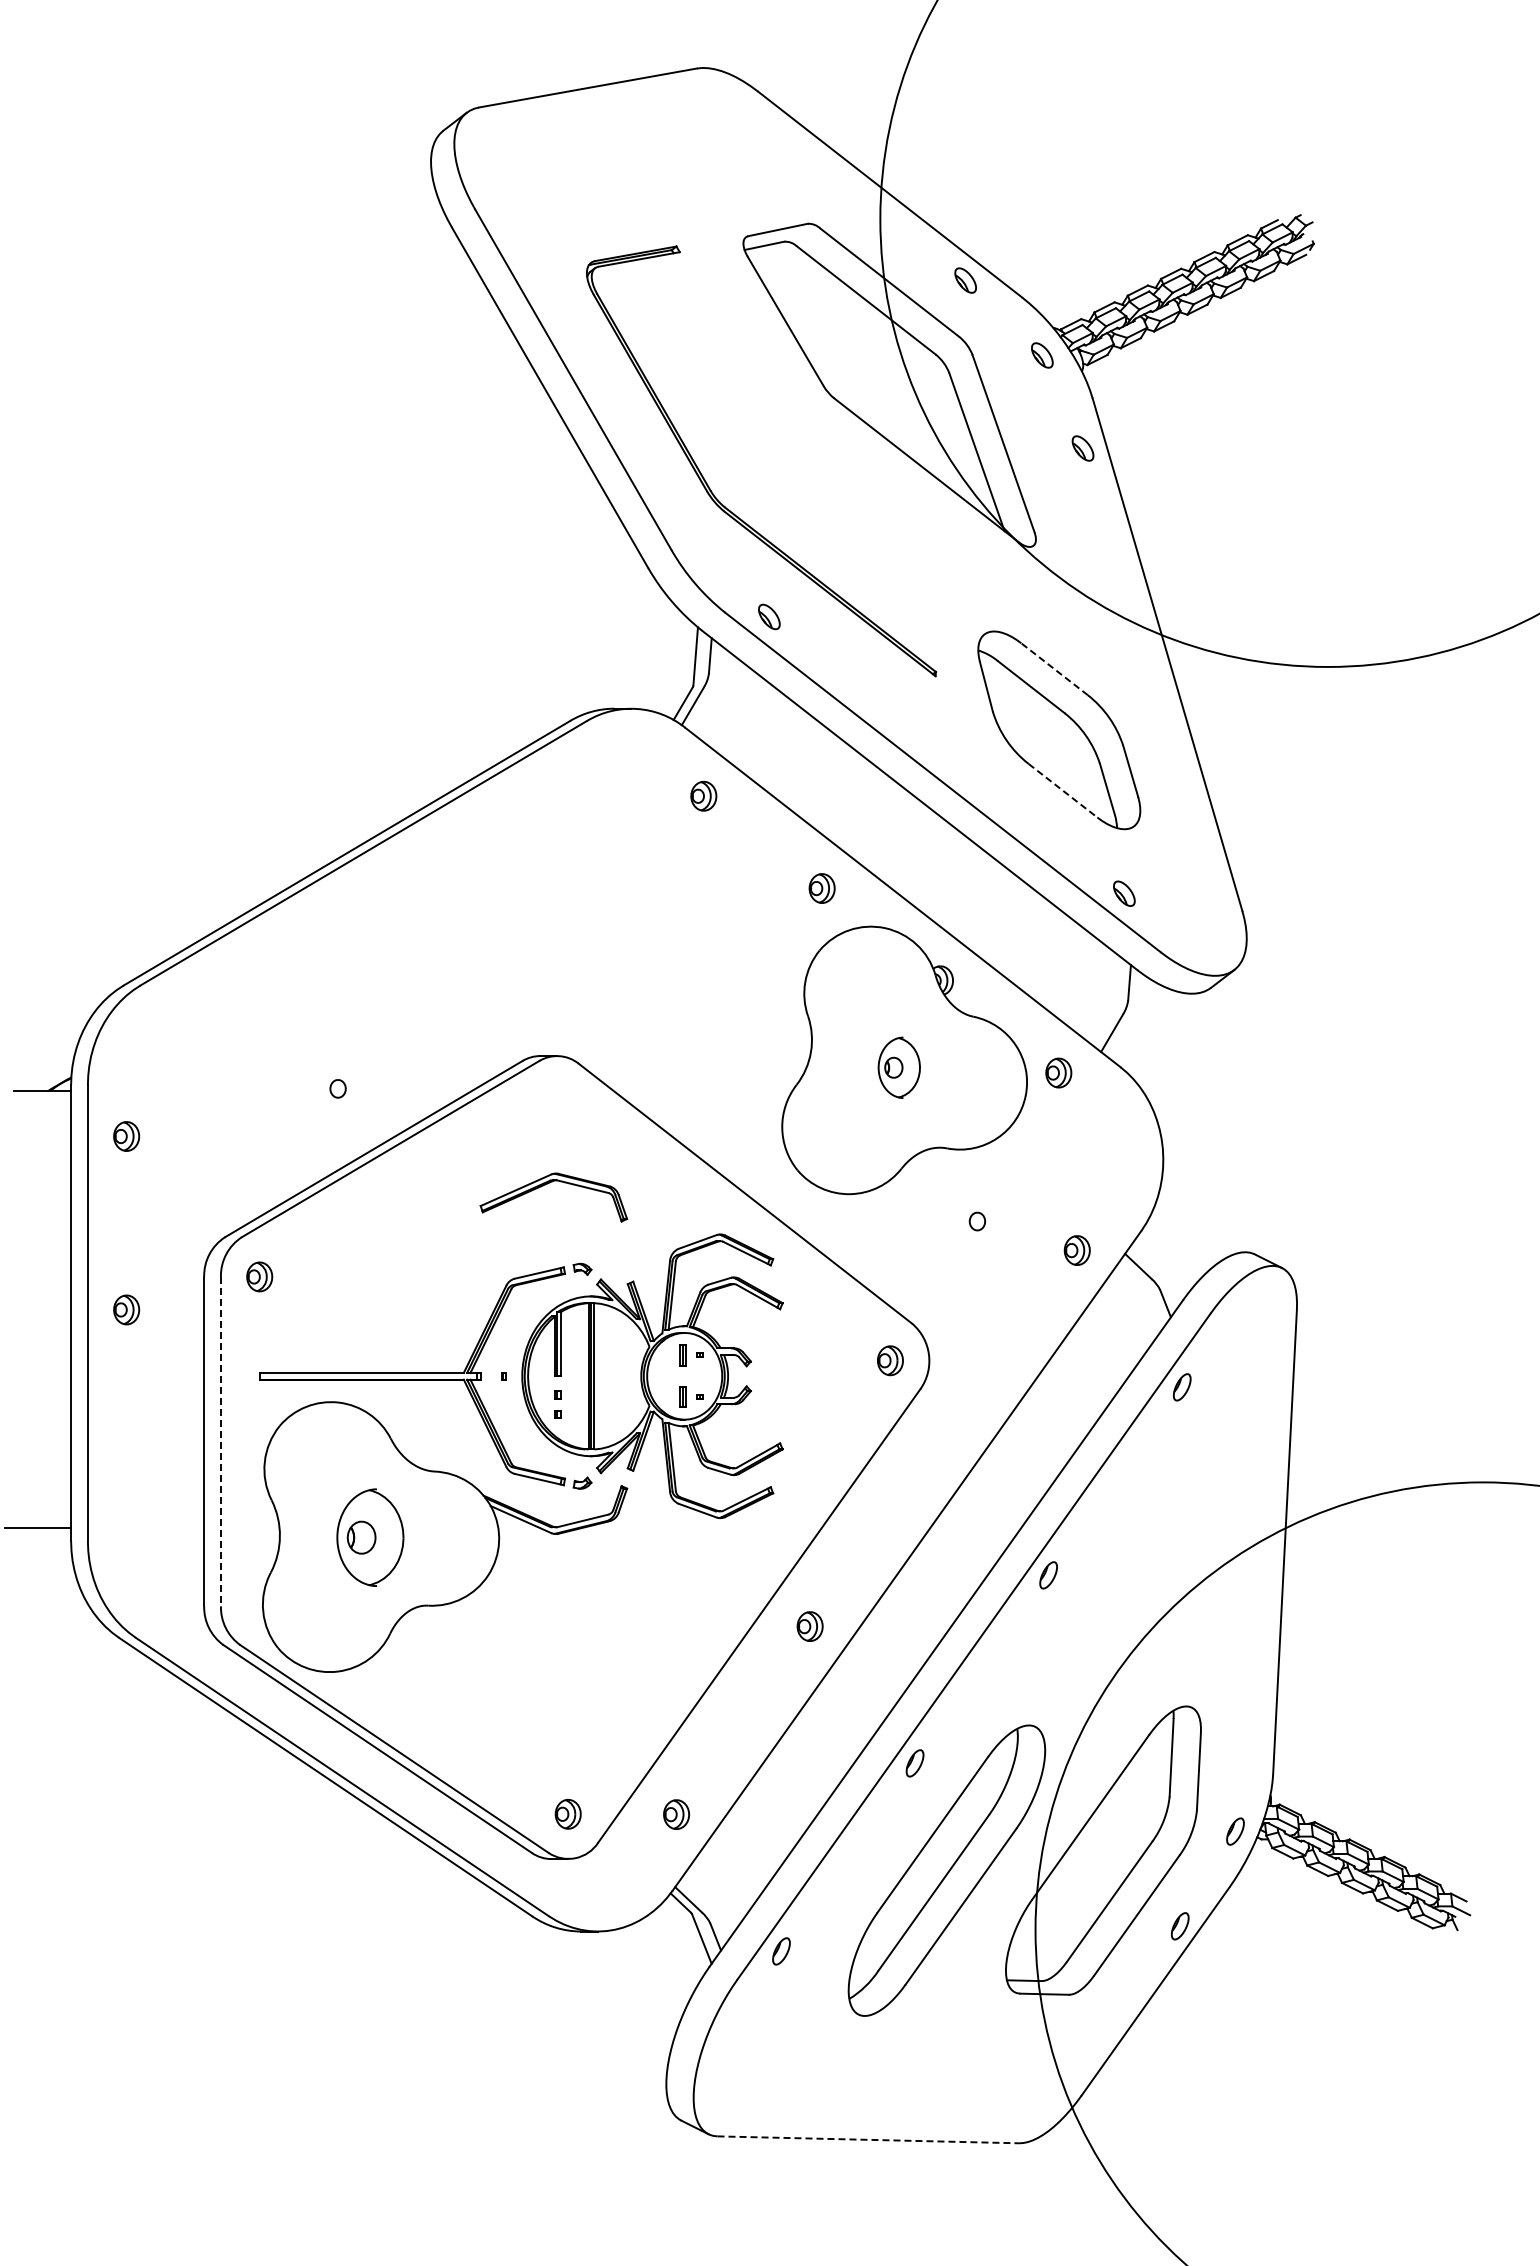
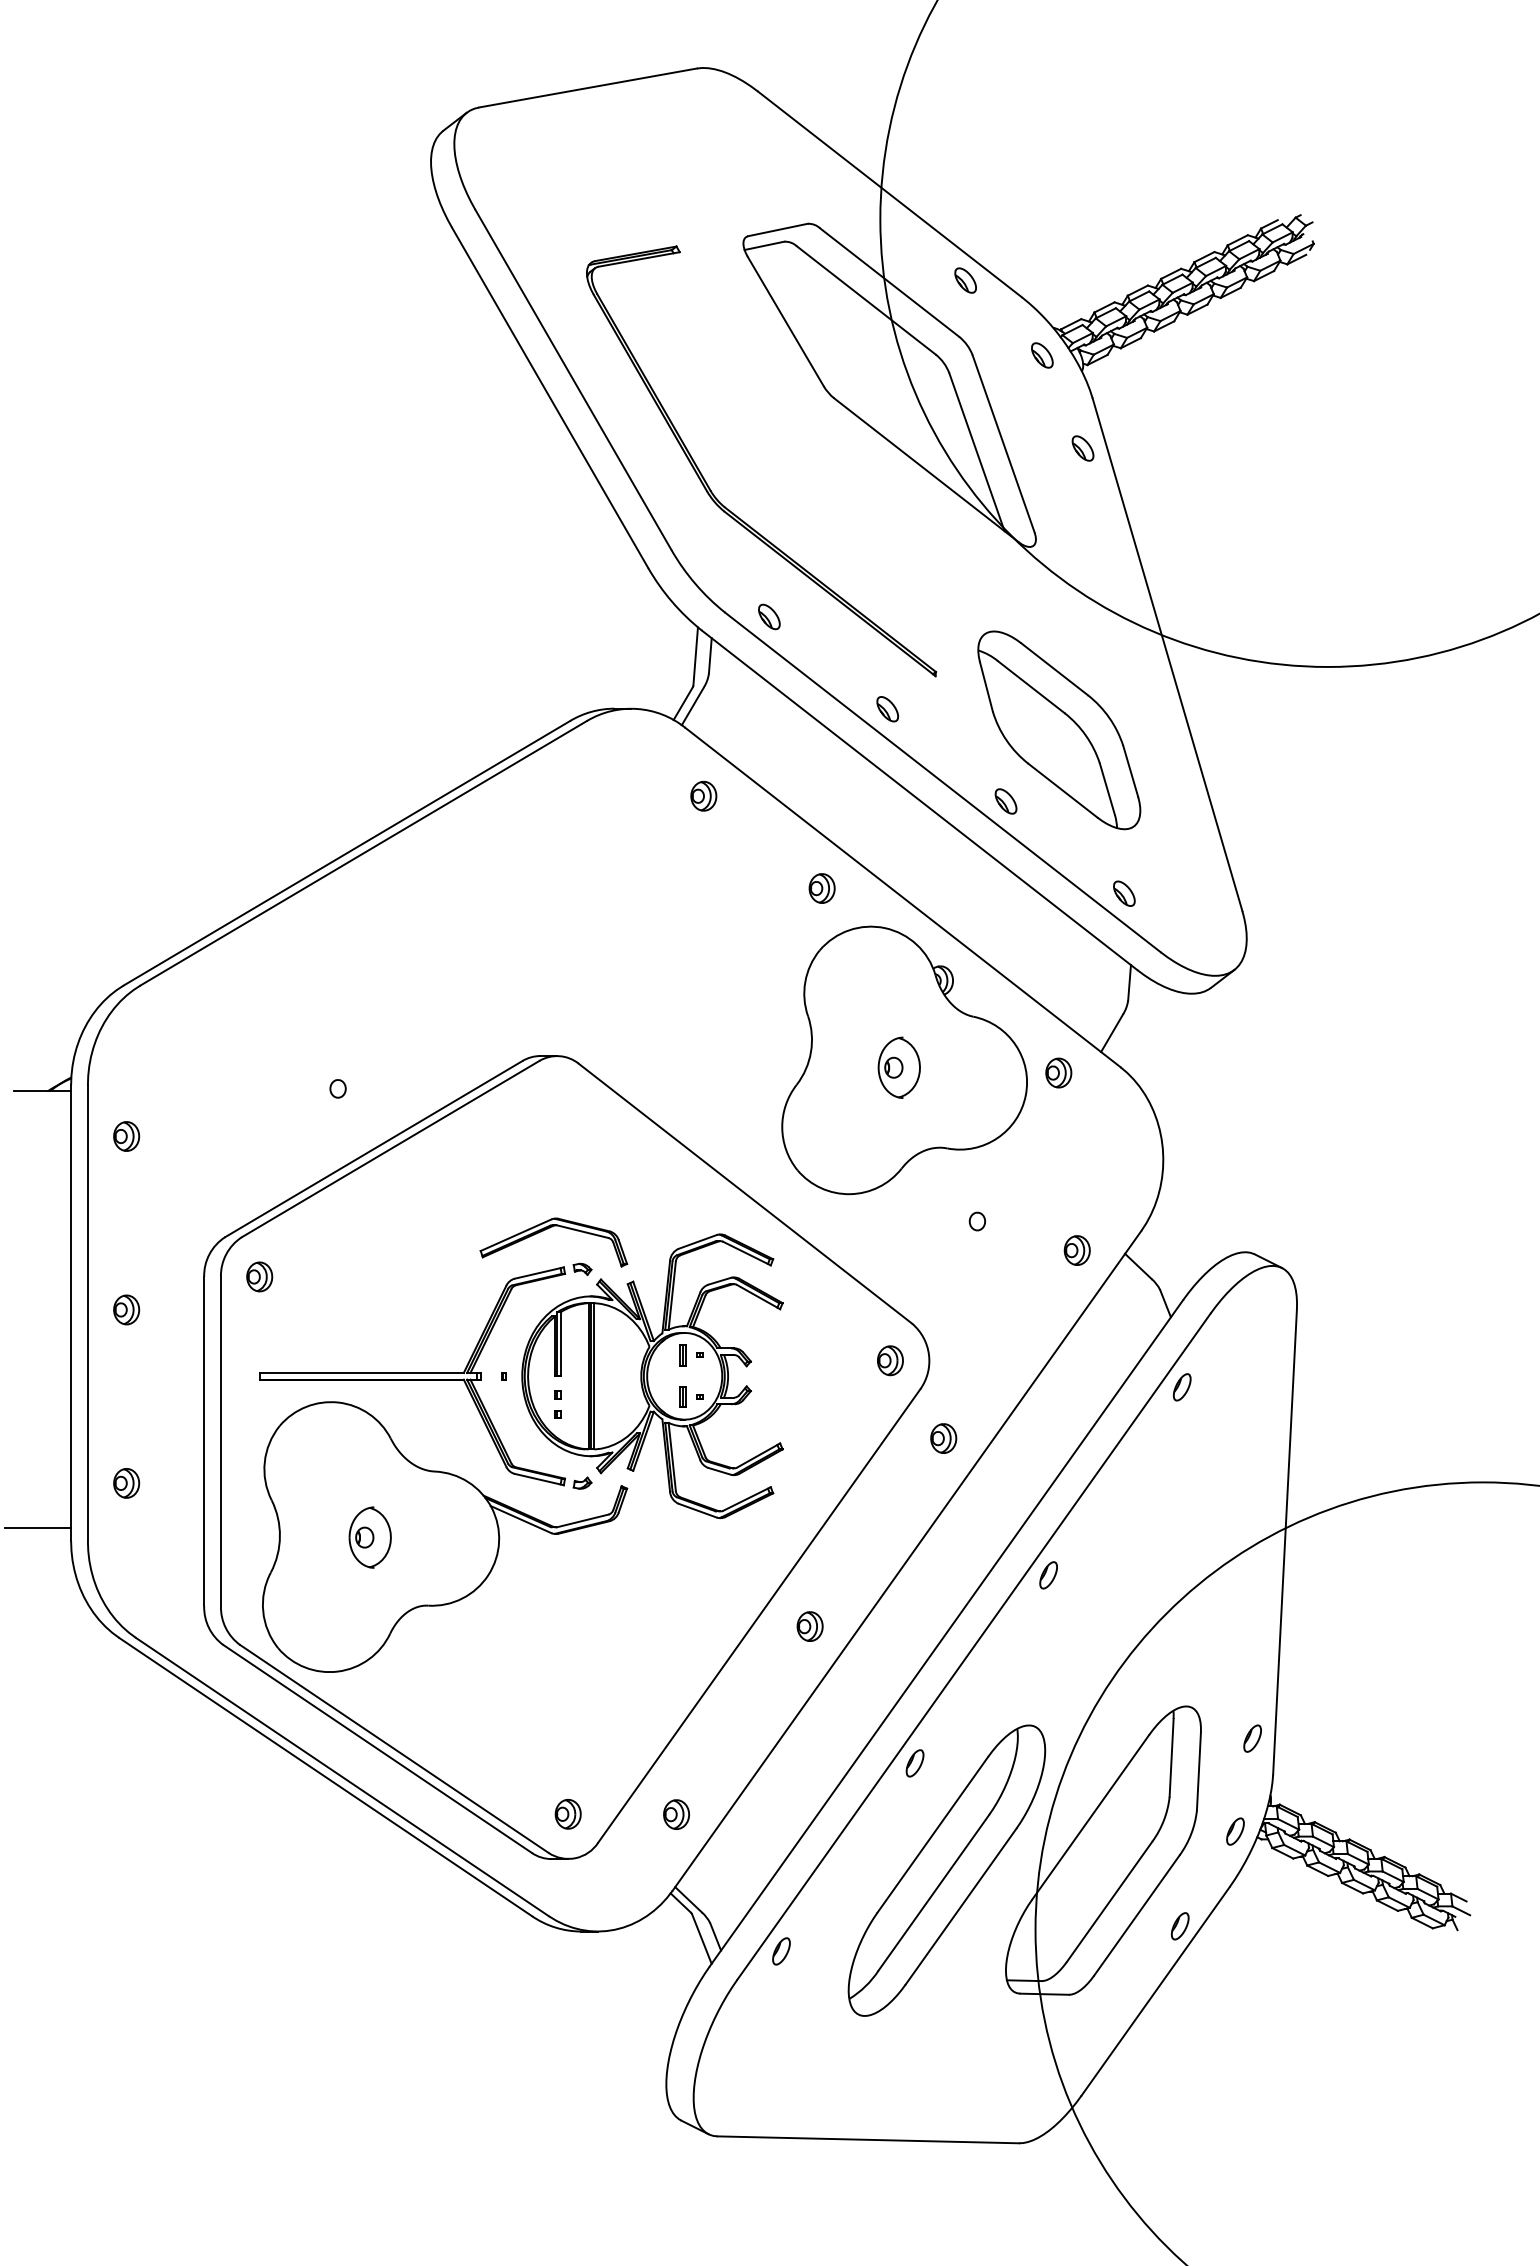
line at (1054, 668): dashed -> solid
part at (887, 709): none -> present
line at (1062, 790): dashed -> solid
part at (1005, 801): none -> present
part at (550, 1183) position: (550, 1183) -> (550, 1228)
part at (943, 1438): none -> present
line at (220, 1441): dashed -> solid
part at (126, 1483): none -> present
part at (370, 1537) size: 69x99 px -> 44x63 px
part at (1252, 1738): none -> present
line at (868, 2139): dashed -> solid
